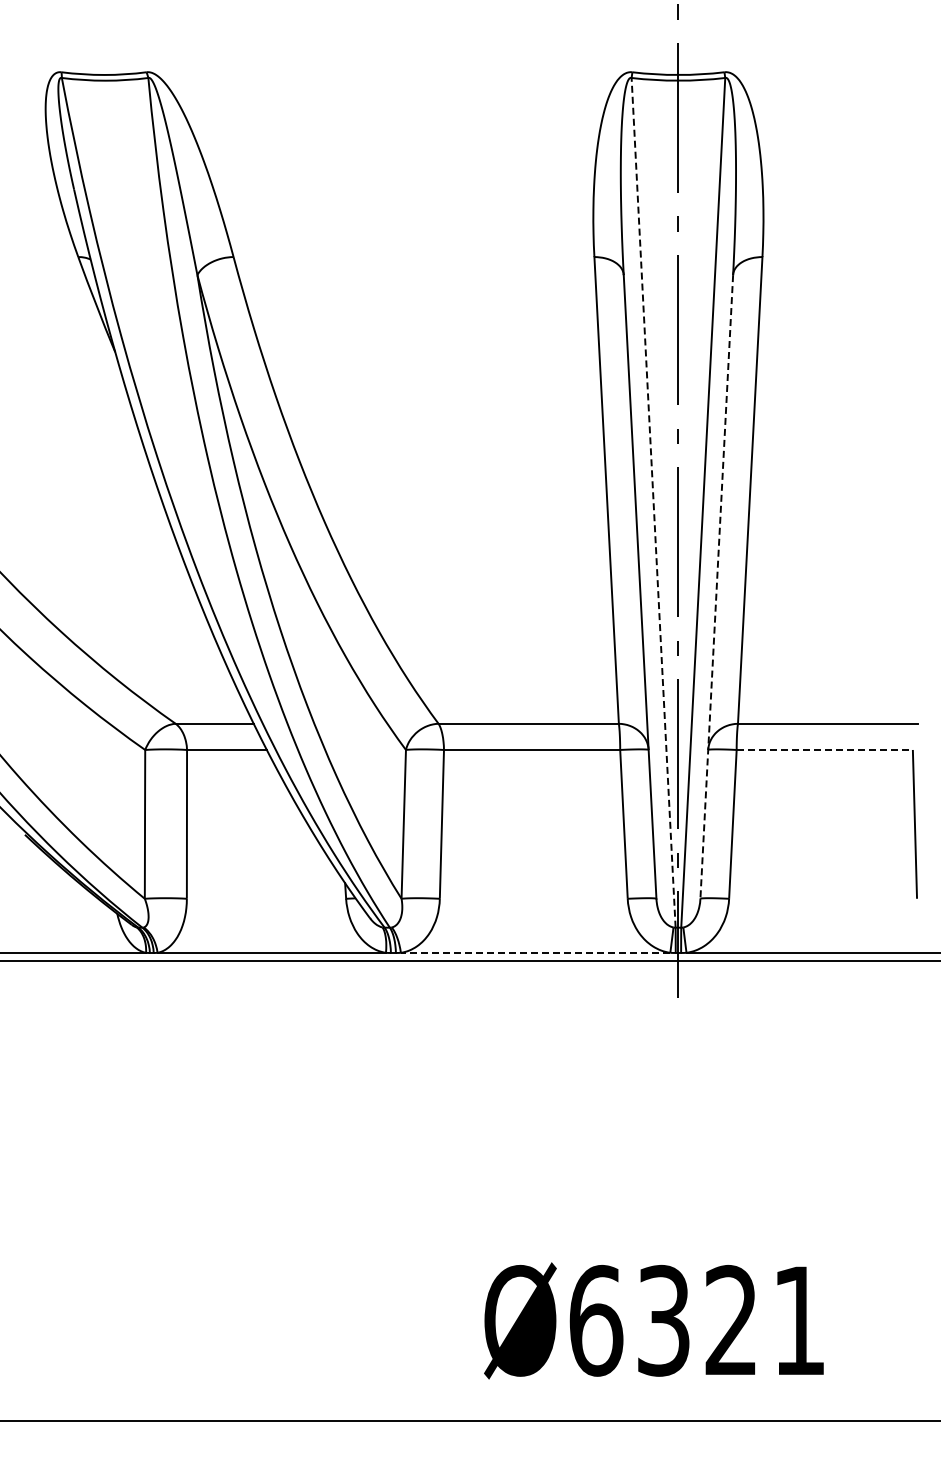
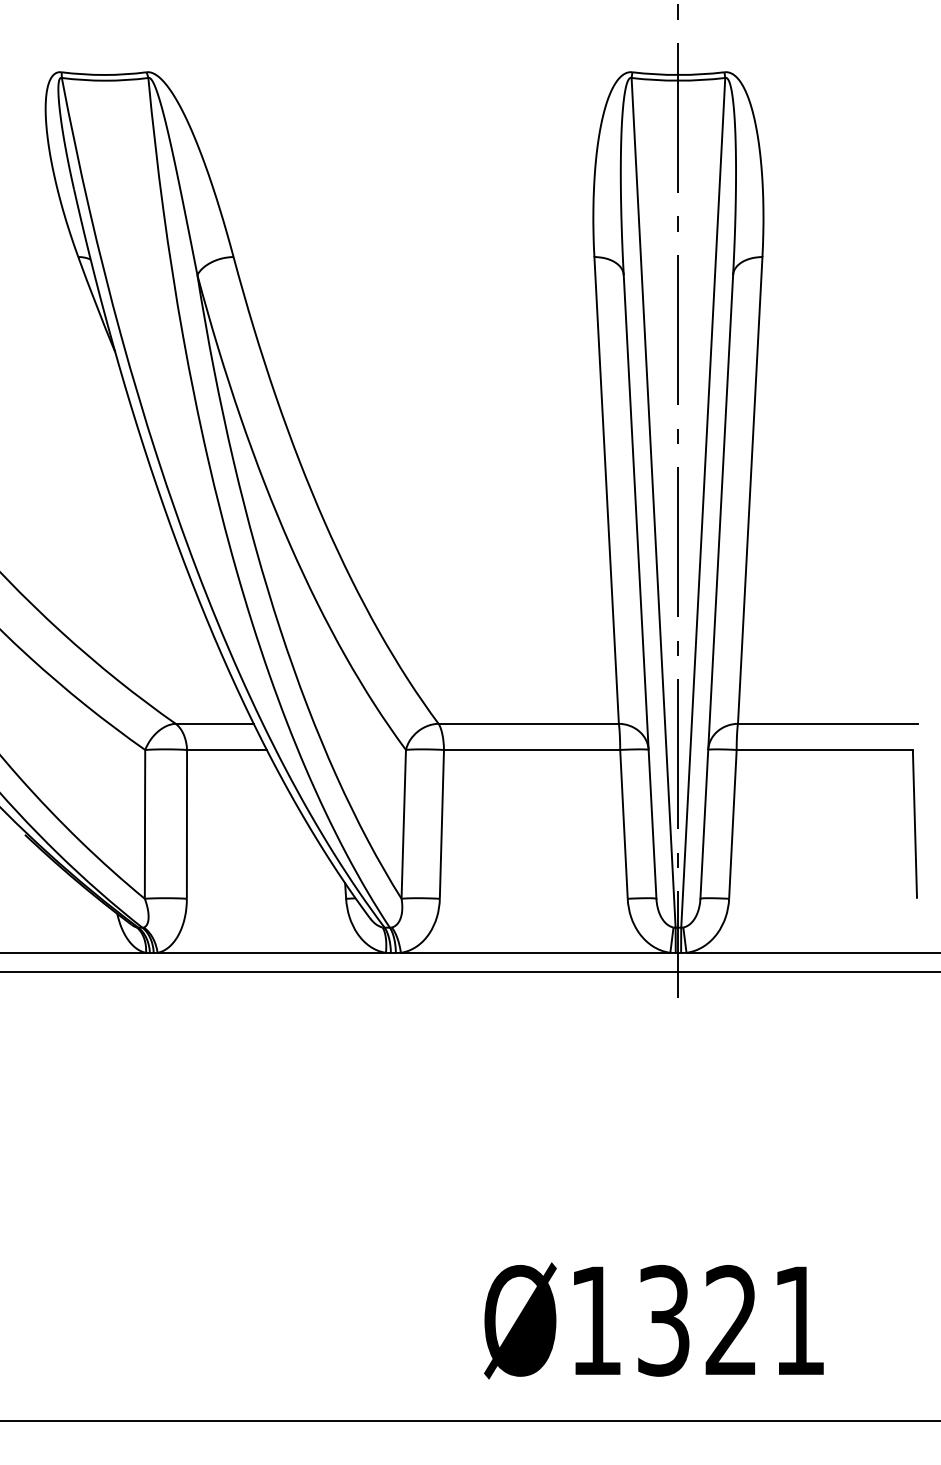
line at (653, 502): dashed -> solid
line at (716, 587): dashed -> solid
line at (825, 749): dashed -> solid
line at (535, 952): dashed -> solid
line at (469, 960) position: (469, 960) -> (469, 971)
text at (596, 1320): Ø6321 -> Ø1321
